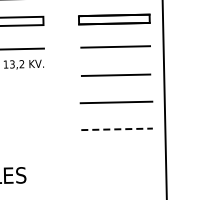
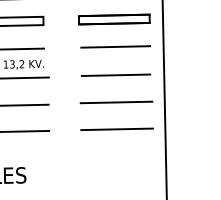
line at (25, 77): none -> present
line at (25, 104): none -> present
line at (117, 129): dashed -> solid
line at (25, 130): none -> present
